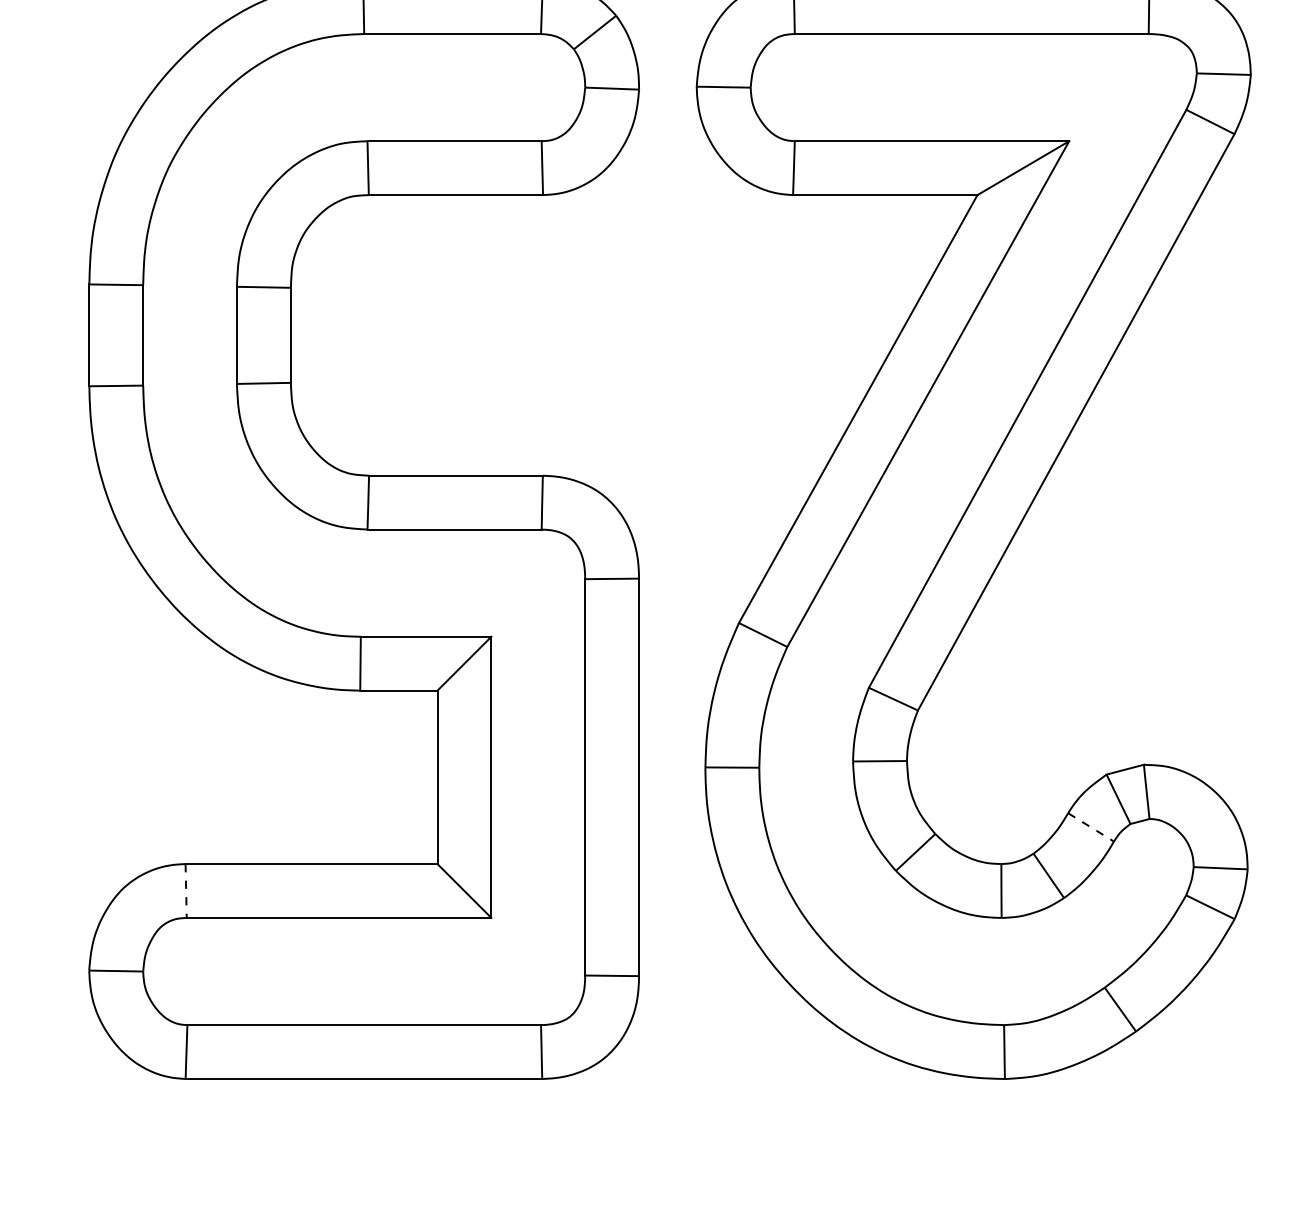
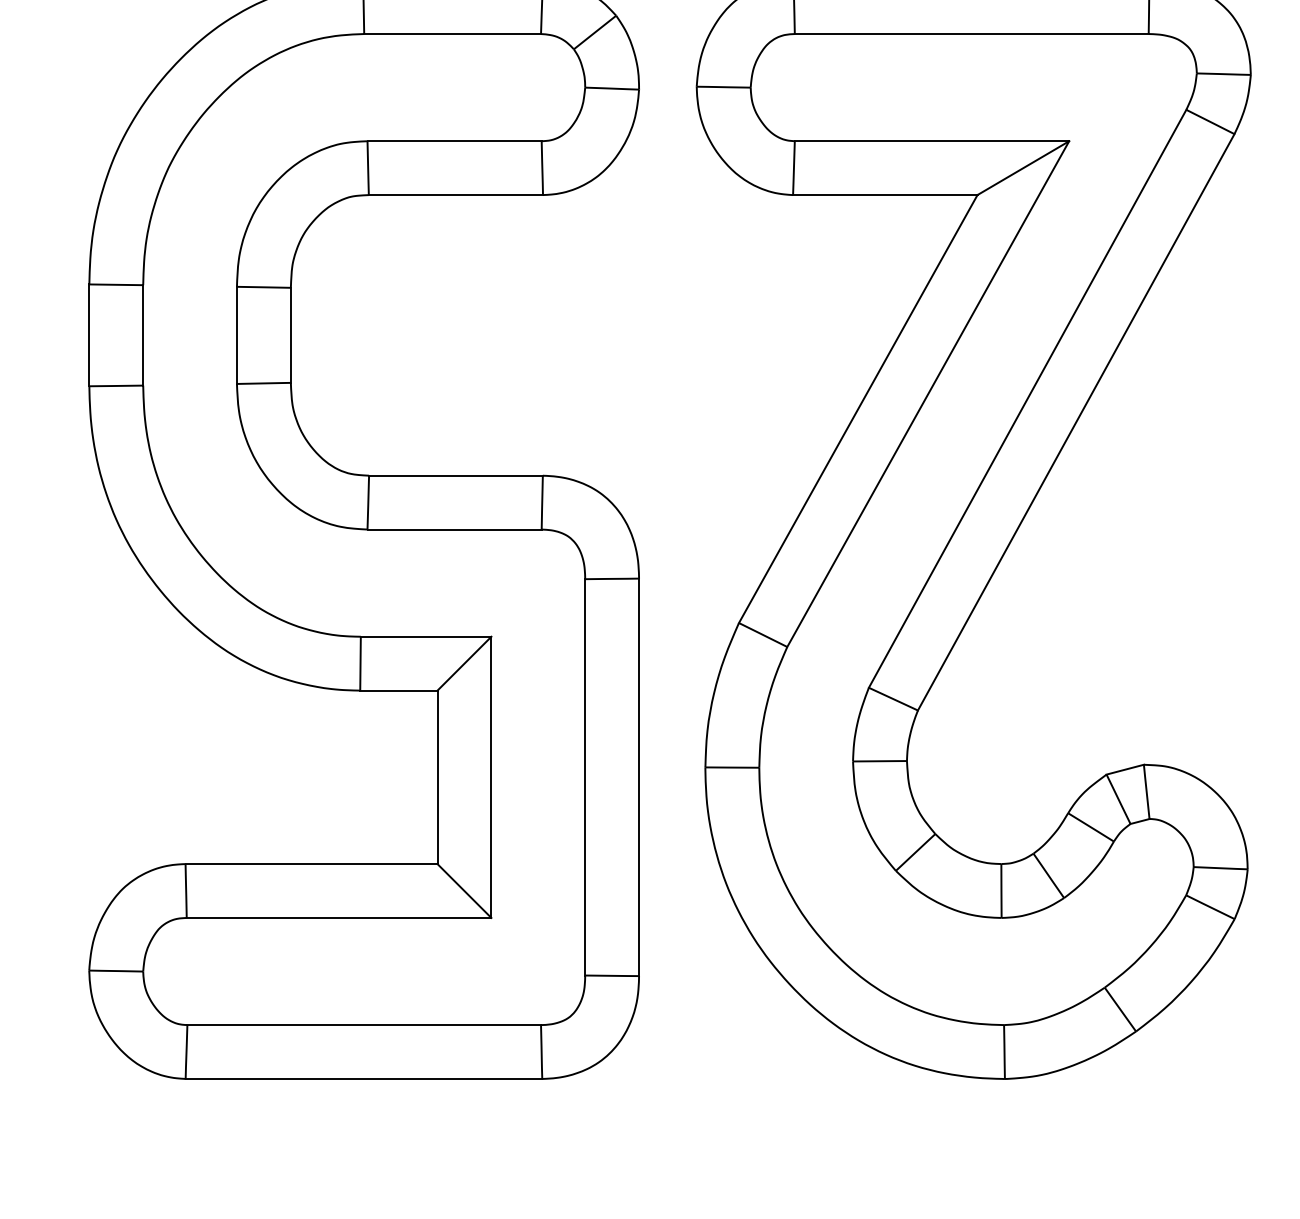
line at (1090, 827): dashed -> solid
line at (186, 891): dashed -> solid
